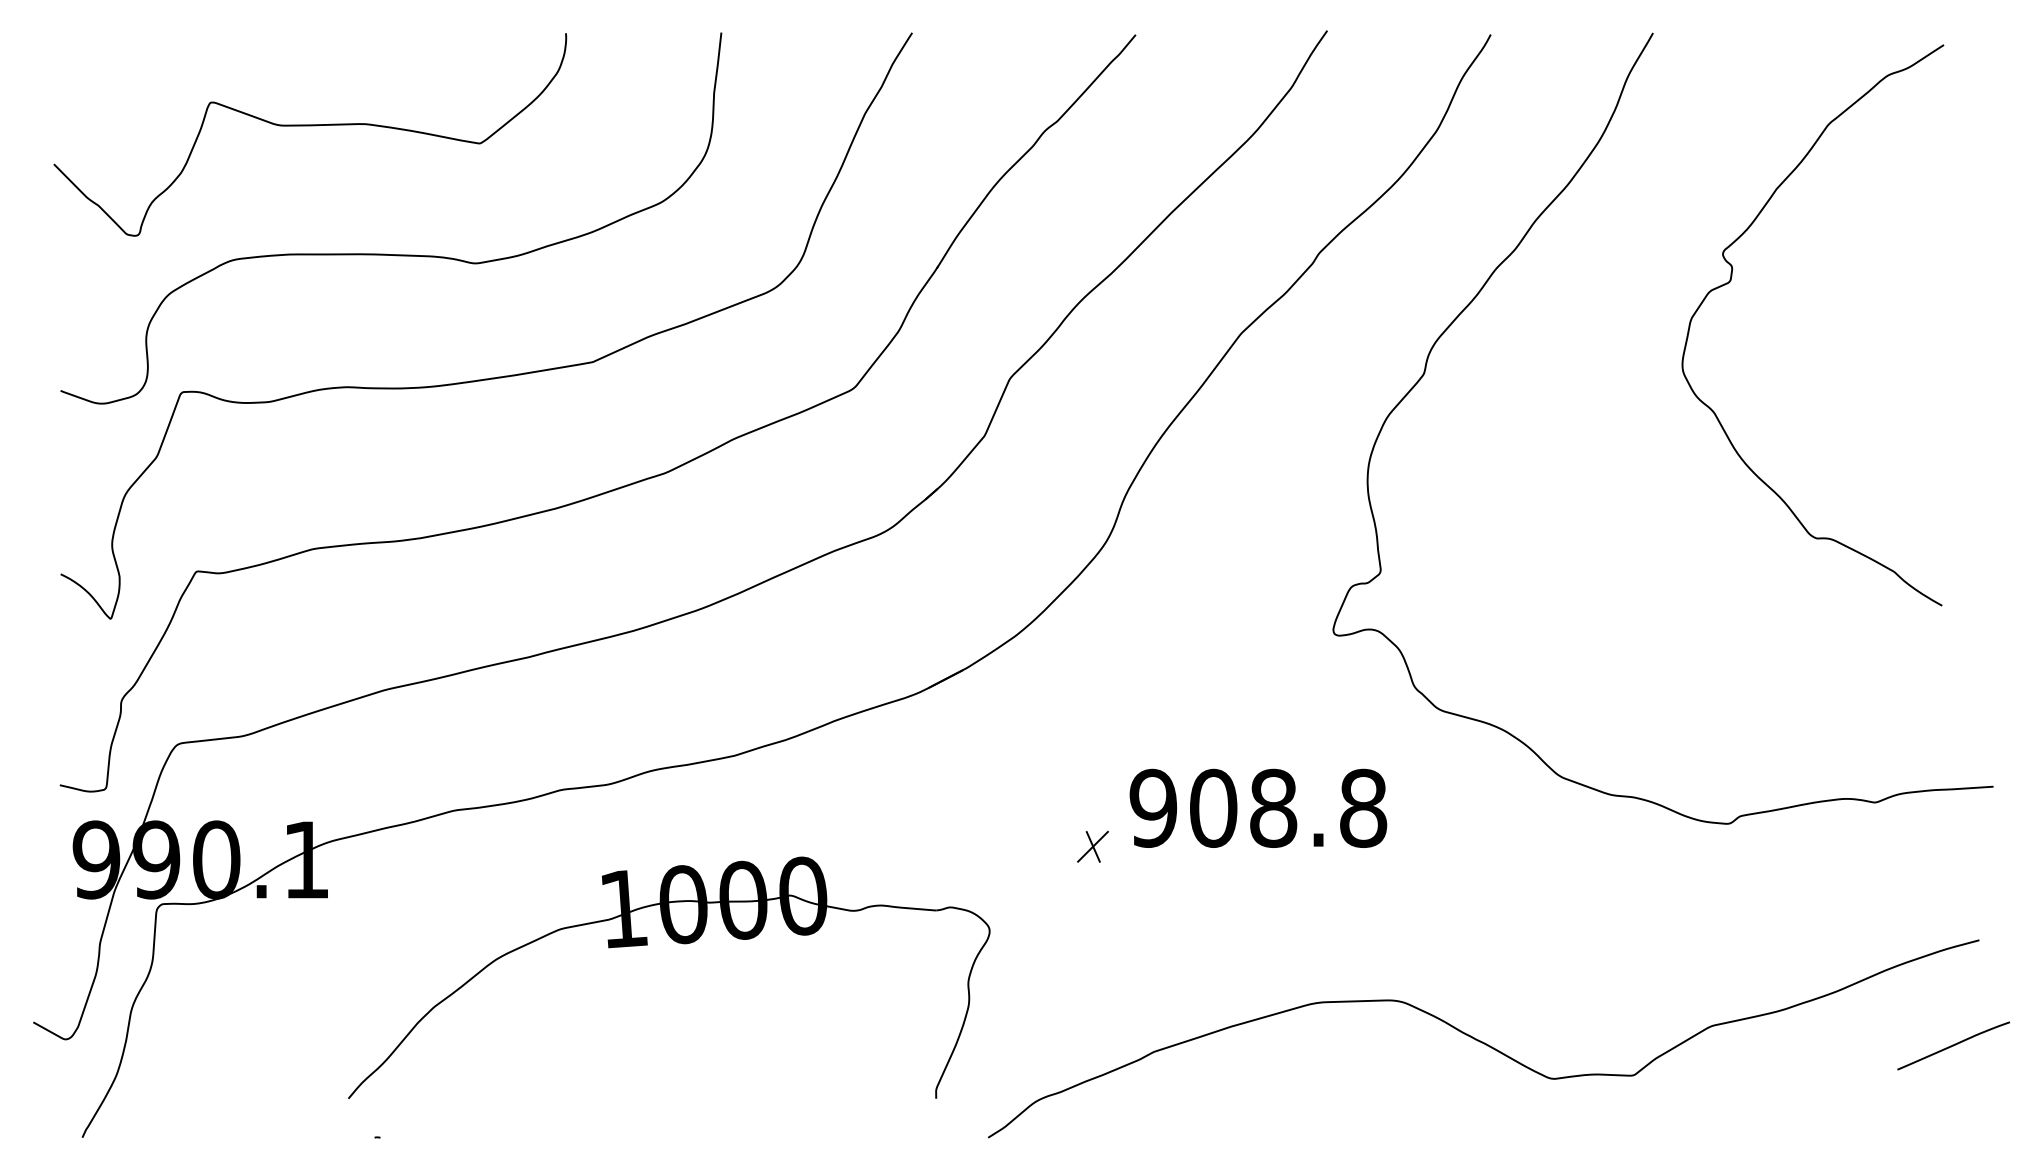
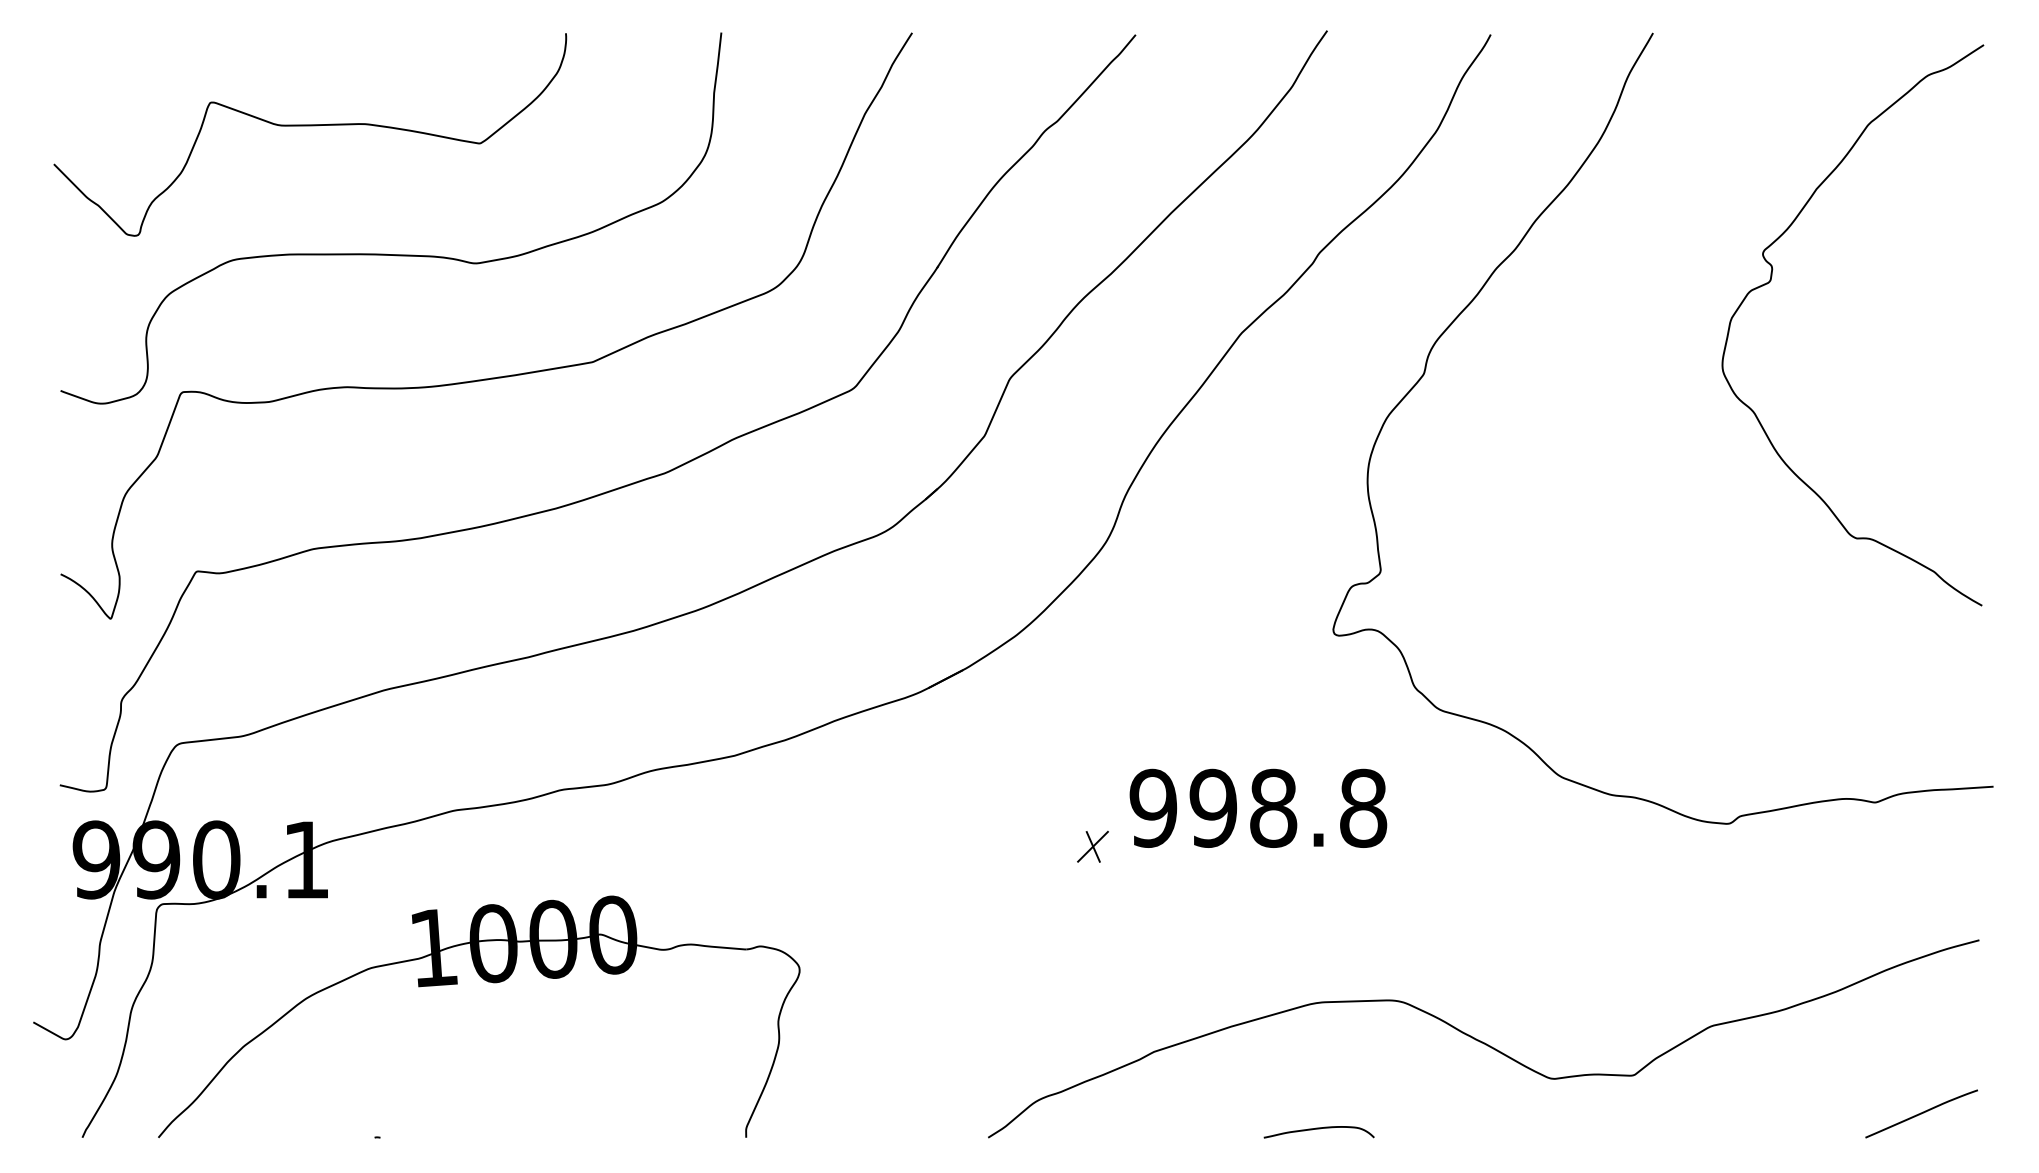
curve at (1730, 282) position: (1730, 282) -> (1770, 282)
text at (1213, 808): 908.8 -> 998.8
part at (678, 943) position: (678, 943) -> (488, 982)
curve at (1953, 1045) position: (1953, 1045) -> (1921, 1113)
curve at (1318, 1129): none -> present
